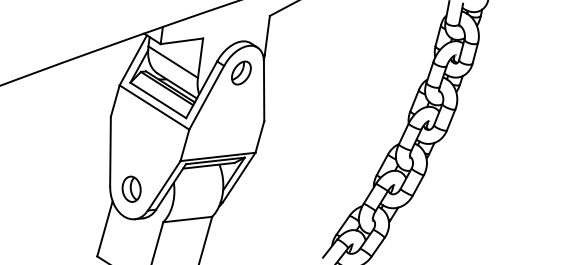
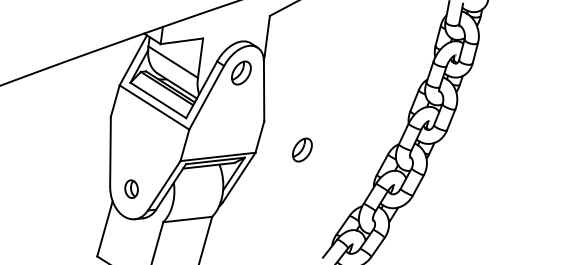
part at (302, 149): none -> present
part at (131, 188) size: 21x28 px -> 15x20 px
